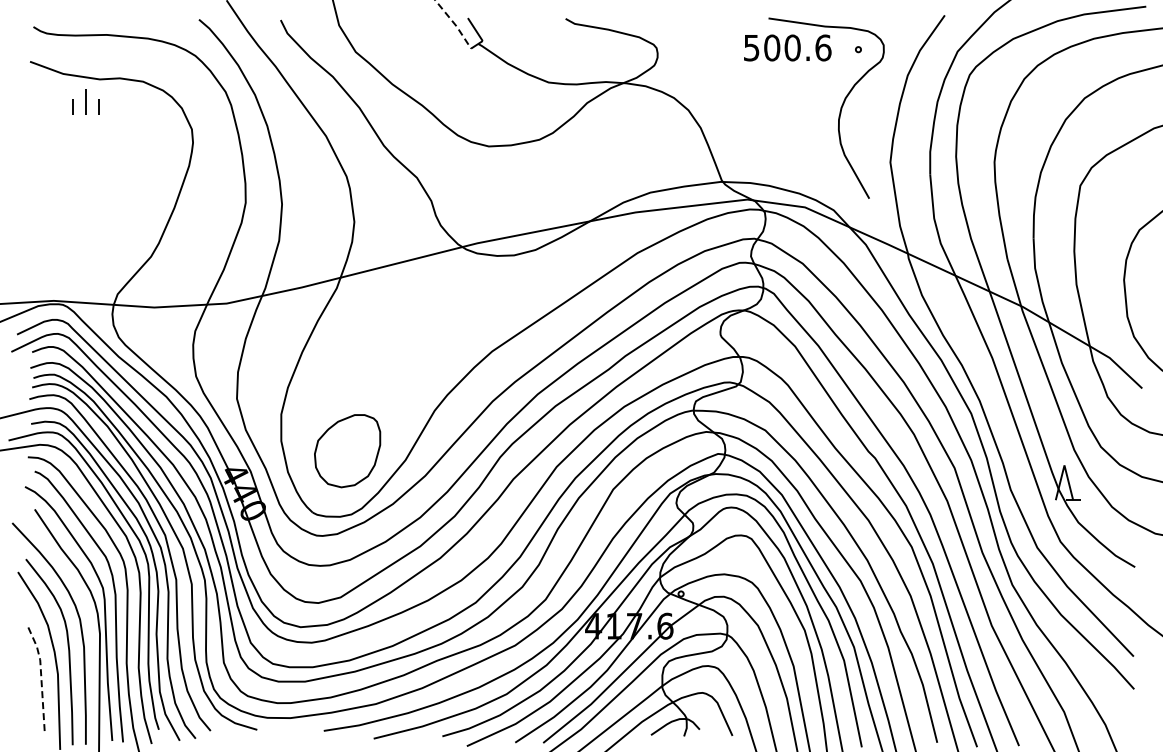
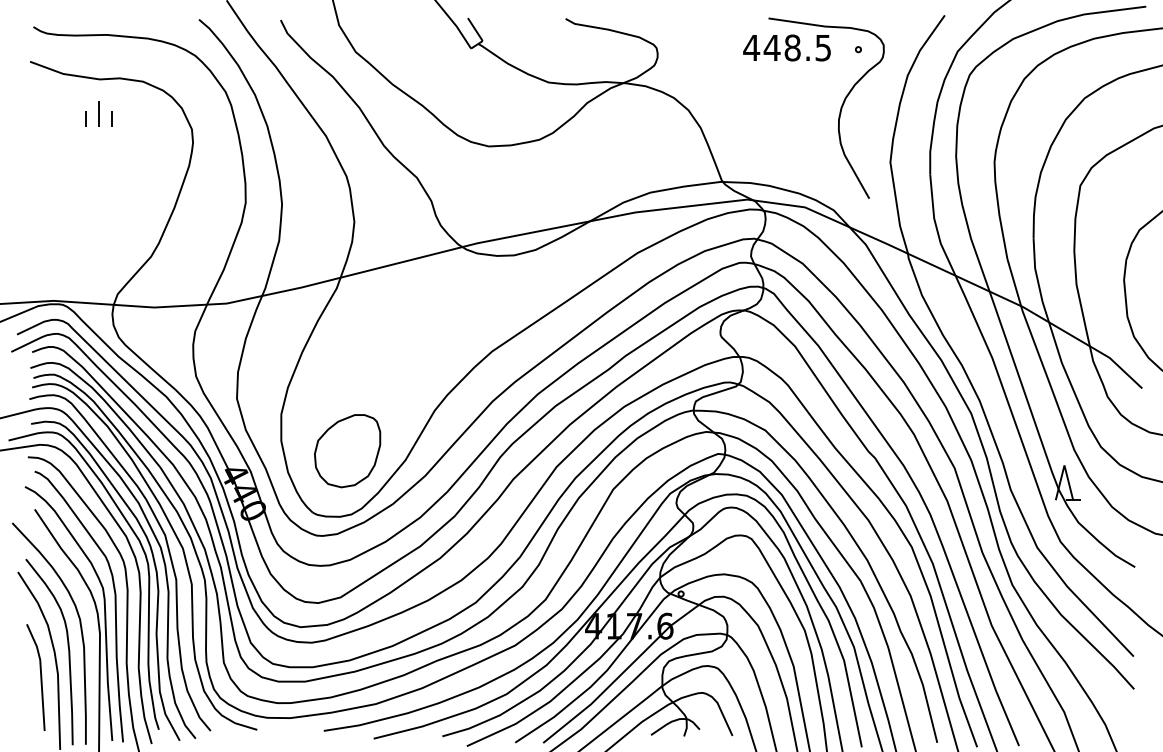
line at (454, 24): dashed -> solid
text at (787, 47): 500.6 -> 448.5
part at (85, 101) position: (85, 101) -> (98, 113)
line at (41, 674): dashed -> solid
